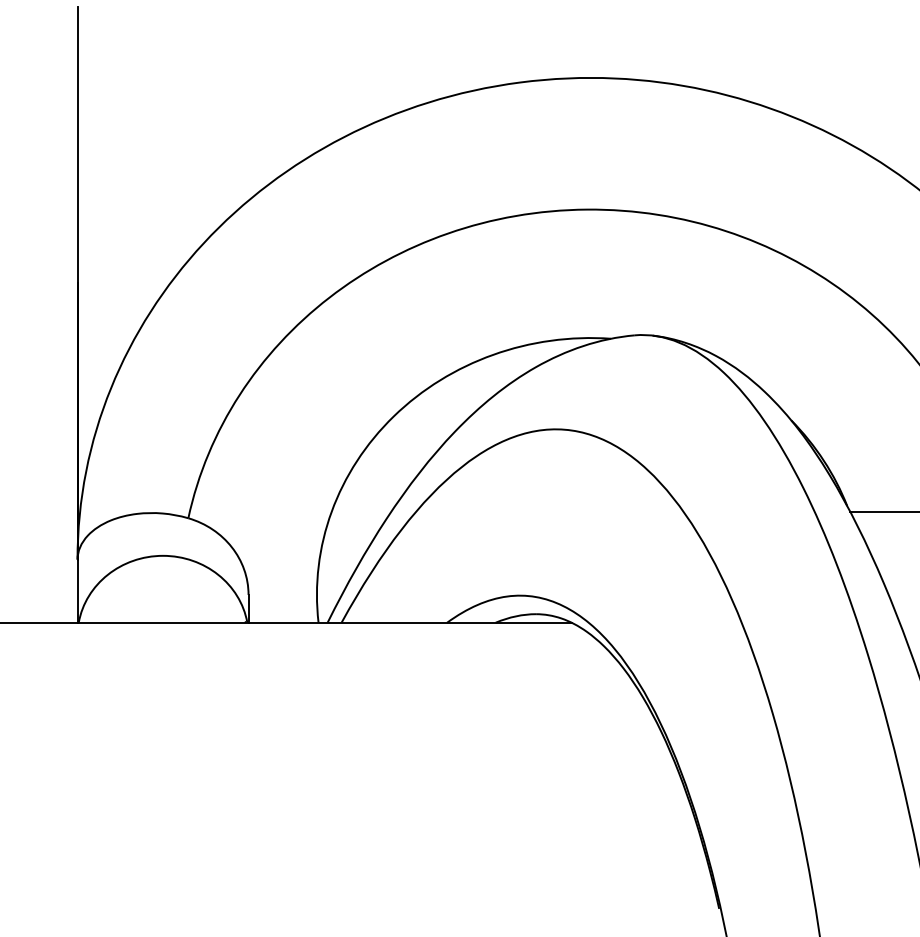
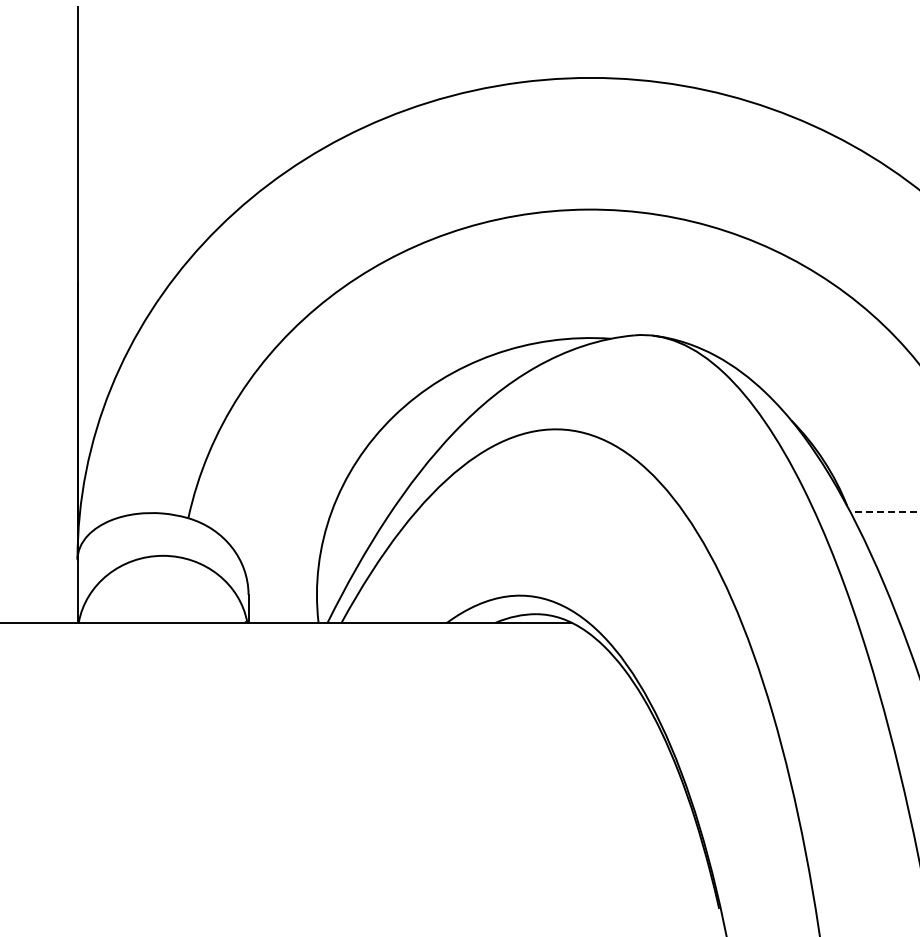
line at (884, 511): solid -> dashed
